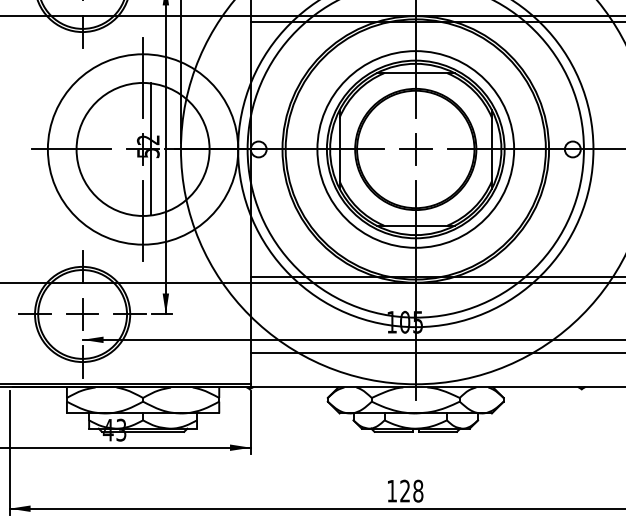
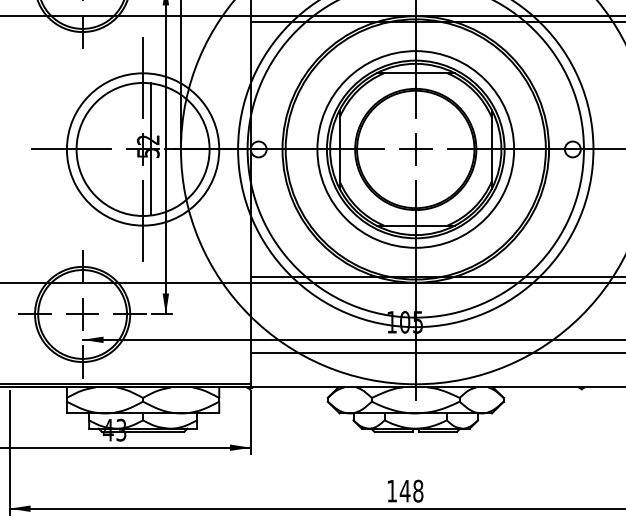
circle at (142, 149) diameter: 190 px -> 152 px
text at (404, 490): 128 -> 148
